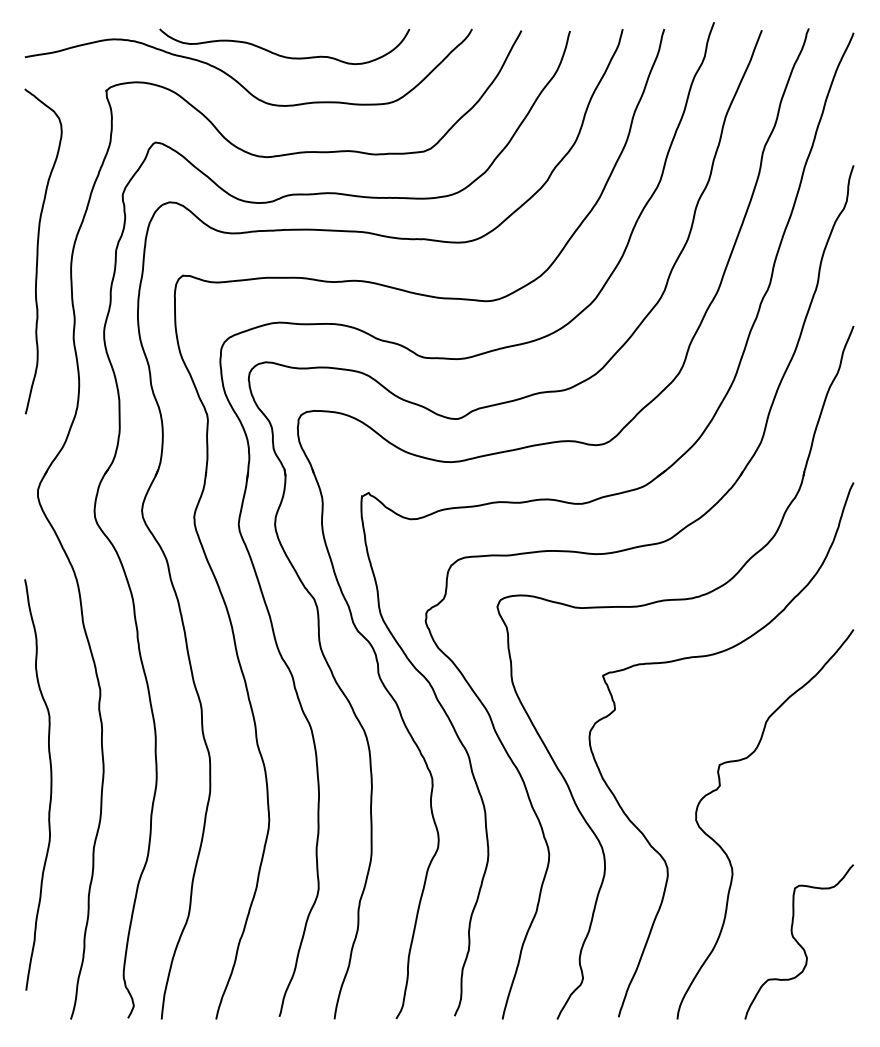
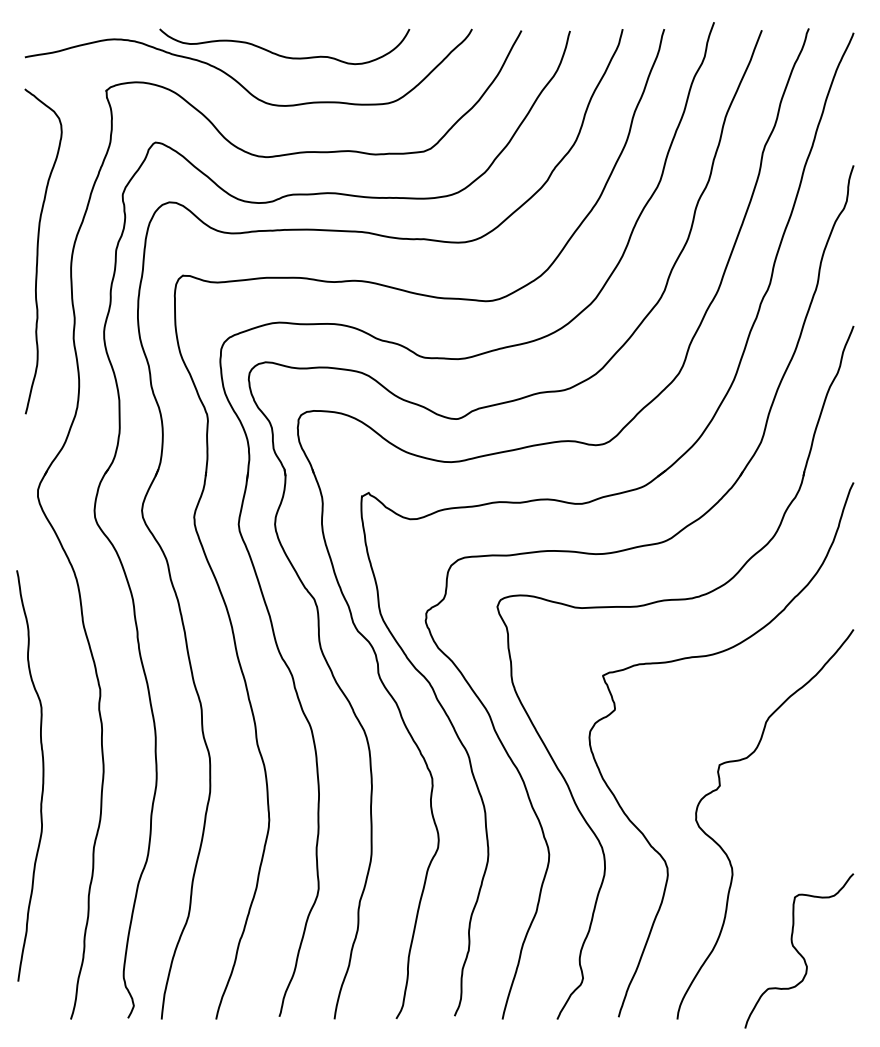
curve at (50, 784) position: (50, 784) -> (42, 775)
curve at (798, 942) position: (798, 942) -> (798, 951)
